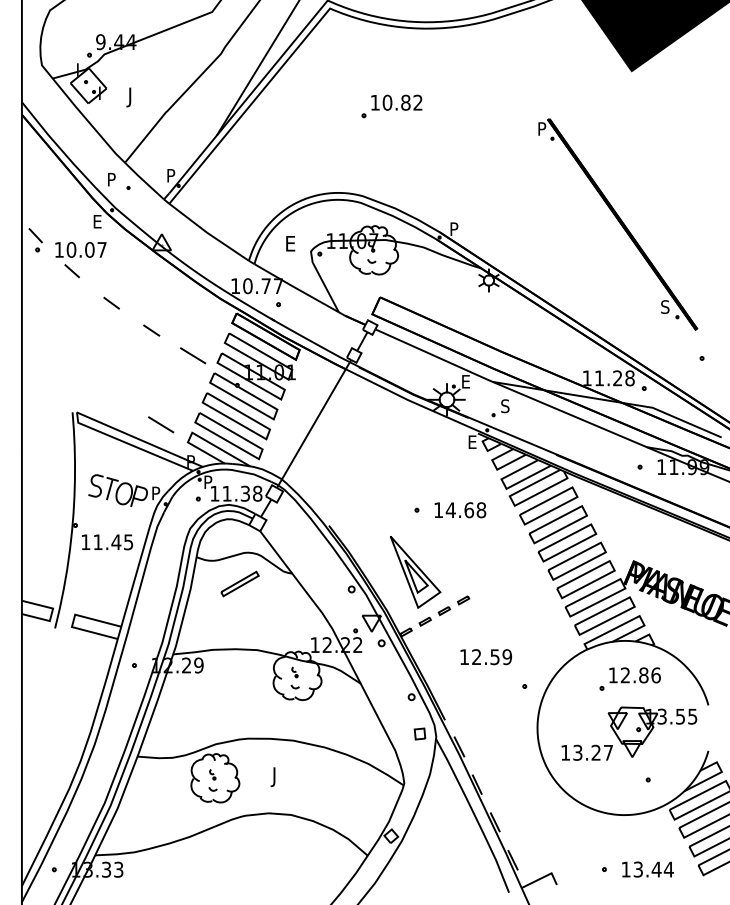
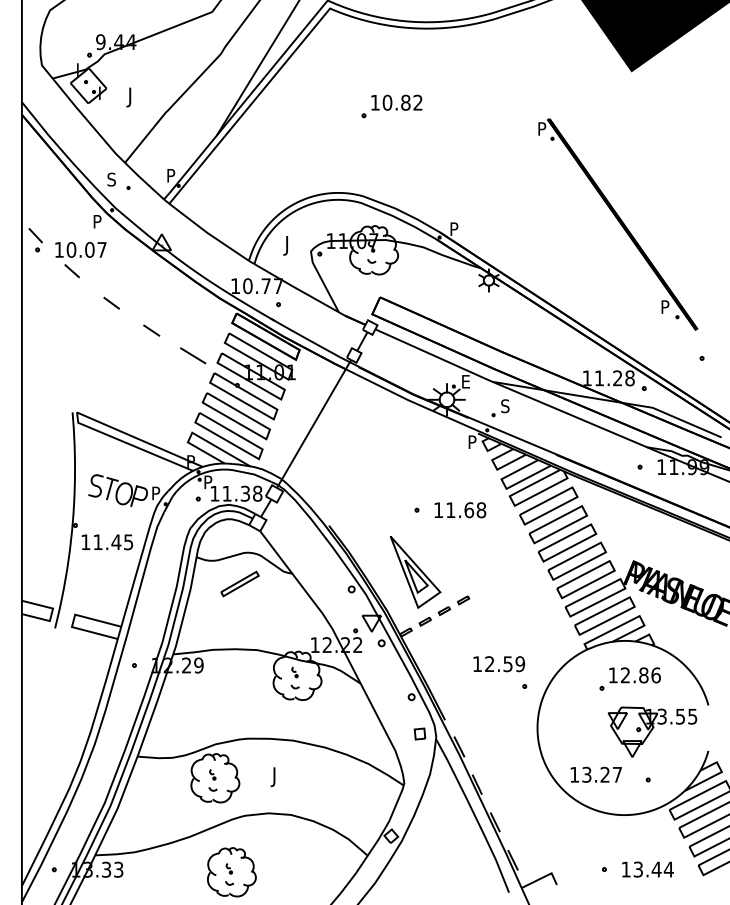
text at (111, 179): P -> S
text at (98, 221): E -> P
text at (289, 245): E -> J
text at (665, 306): S -> P
line at (161, 424): present -> none
text at (473, 441): E -> P
text at (450, 509): 14.68 -> 11.68
text at (486, 657) position: (486, 657) -> (499, 664)
text at (586, 752) position: (586, 752) -> (595, 774)
part at (231, 872): none -> present
